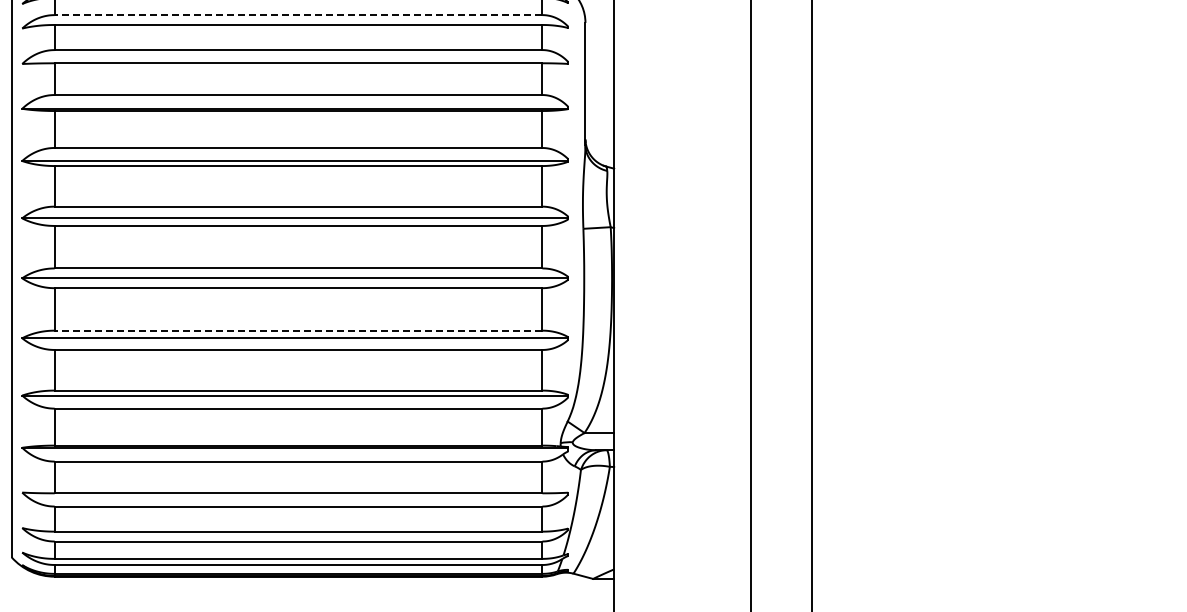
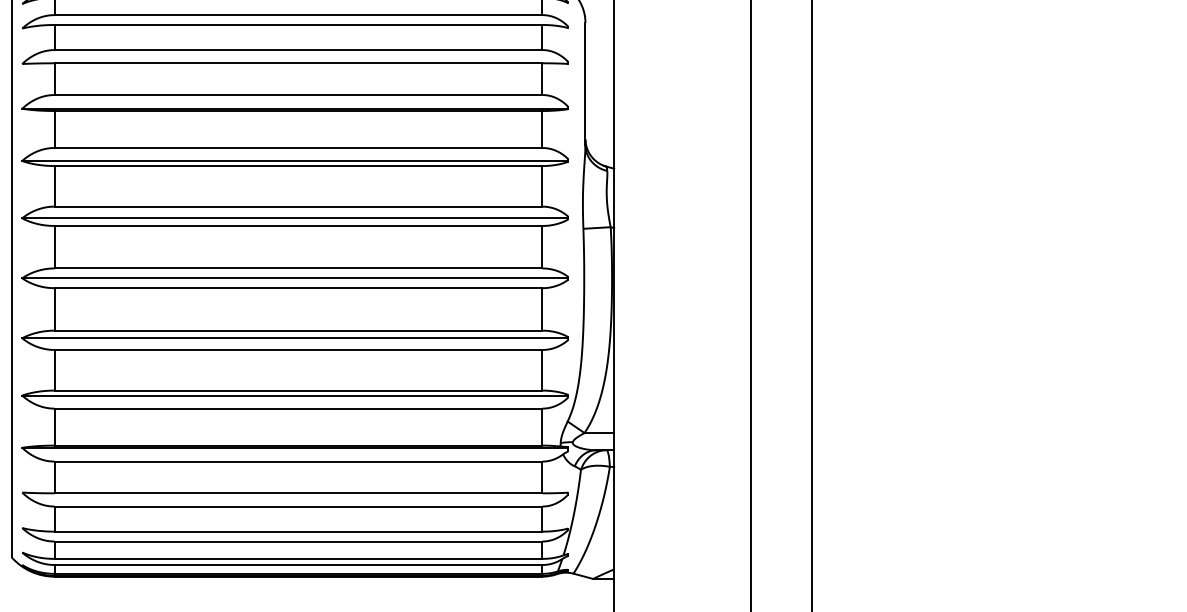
line at (298, 15): dashed -> solid
line at (298, 330): dashed -> solid
